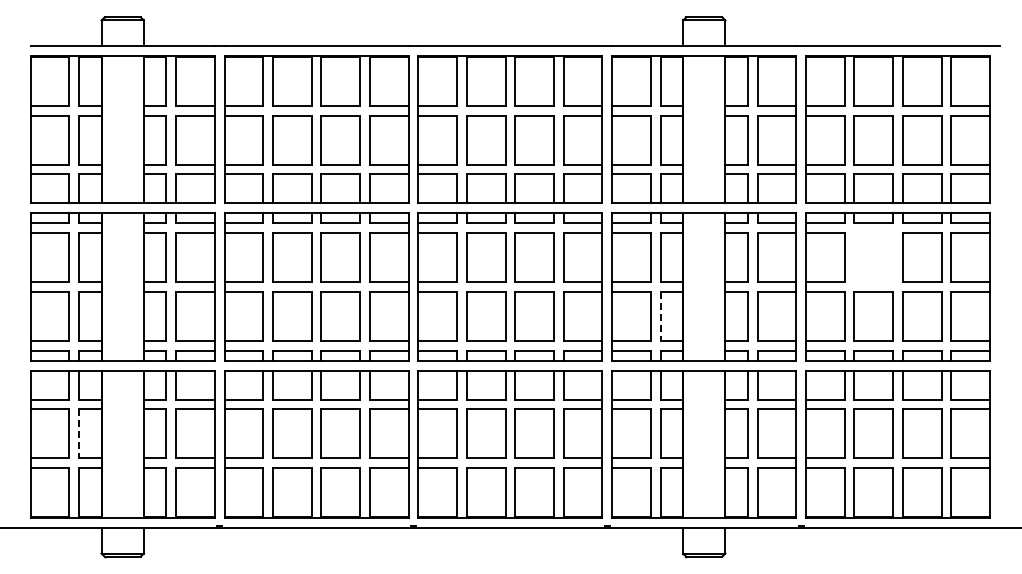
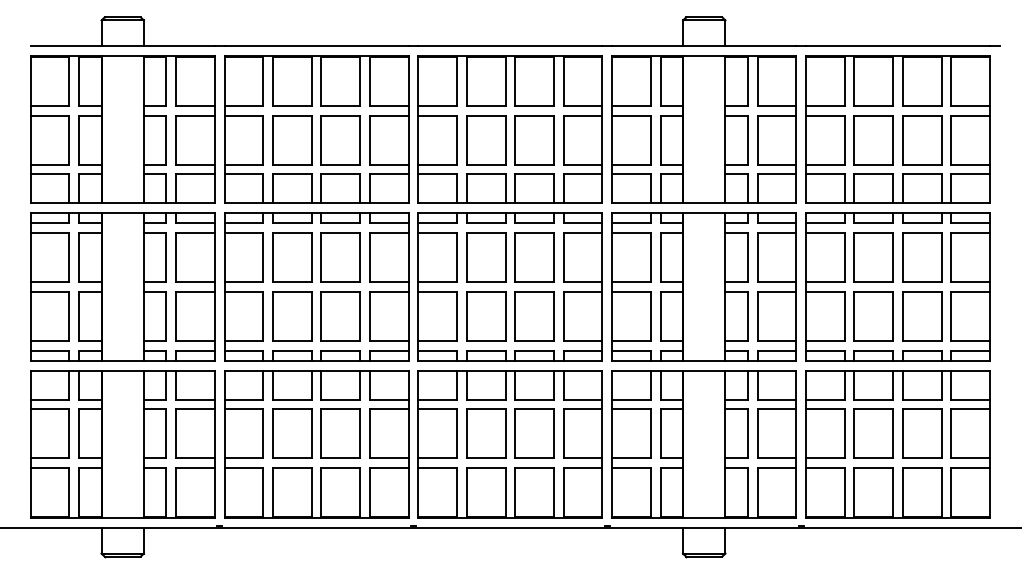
part at (873, 257): none -> present
line at (660, 316): dashed -> solid
line at (79, 433): dashed -> solid
